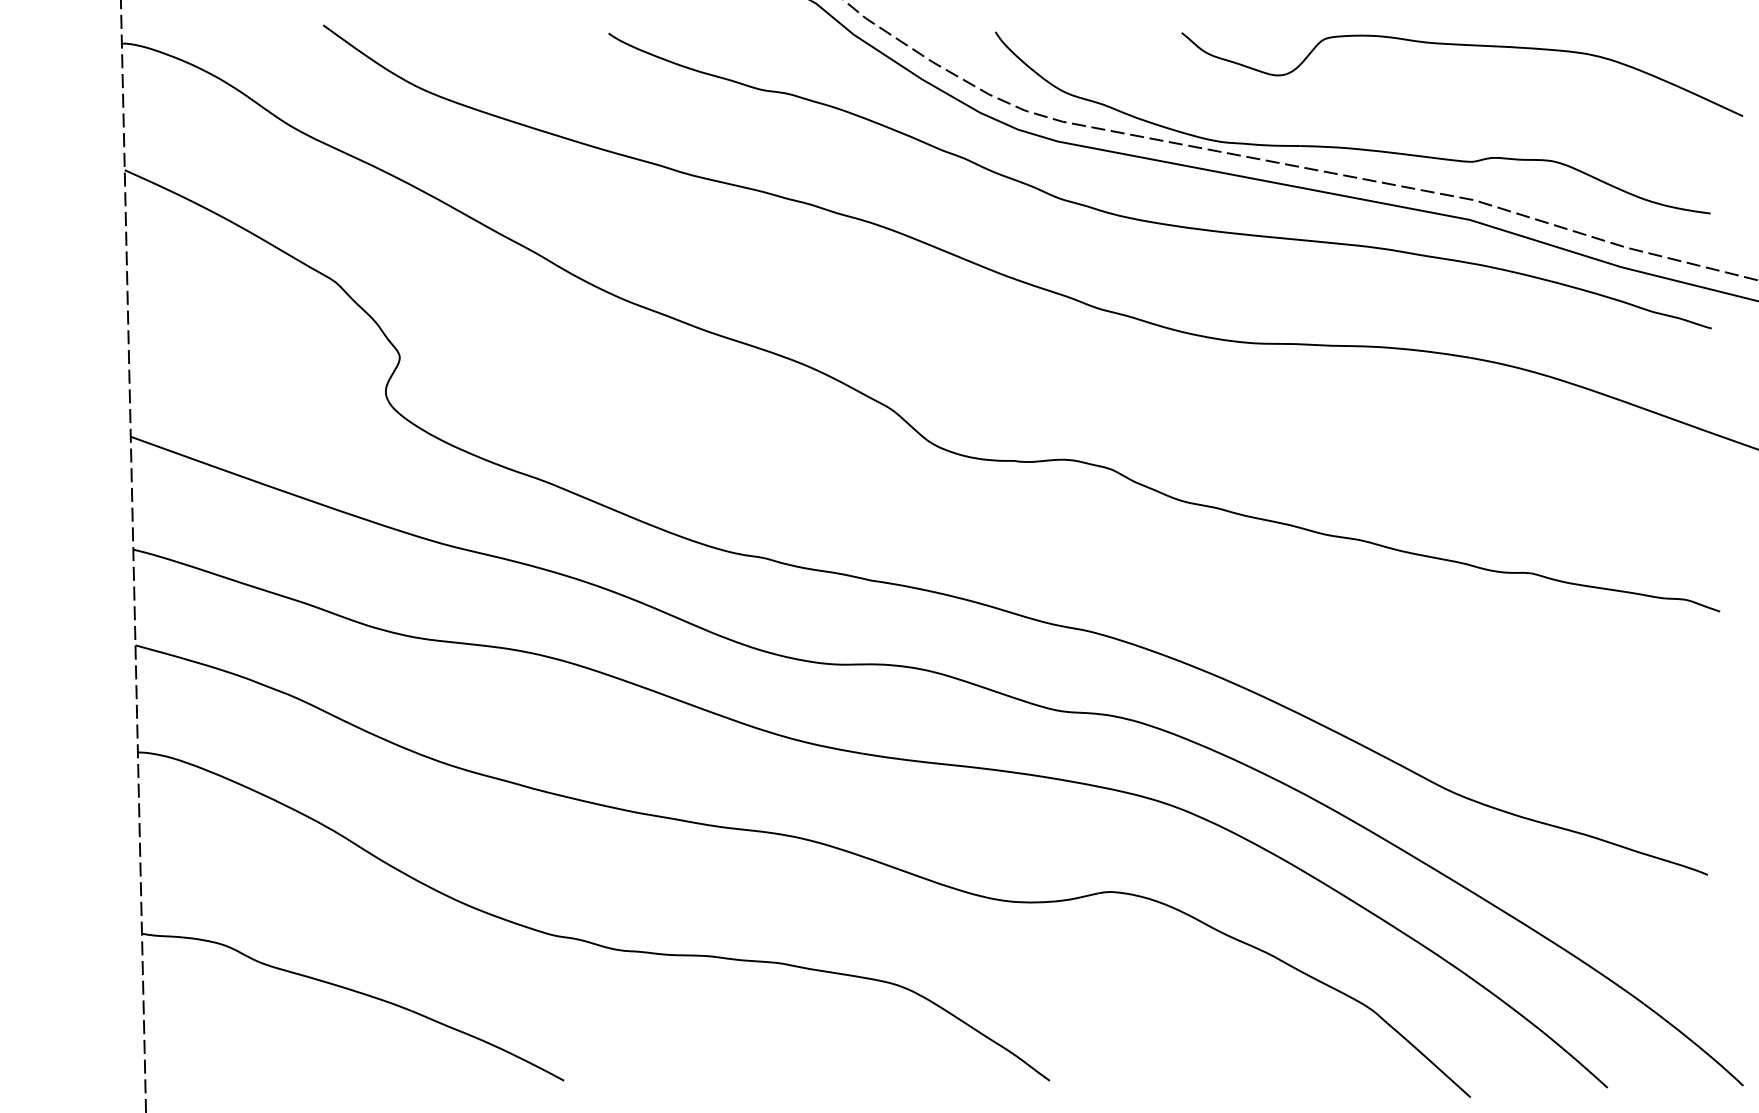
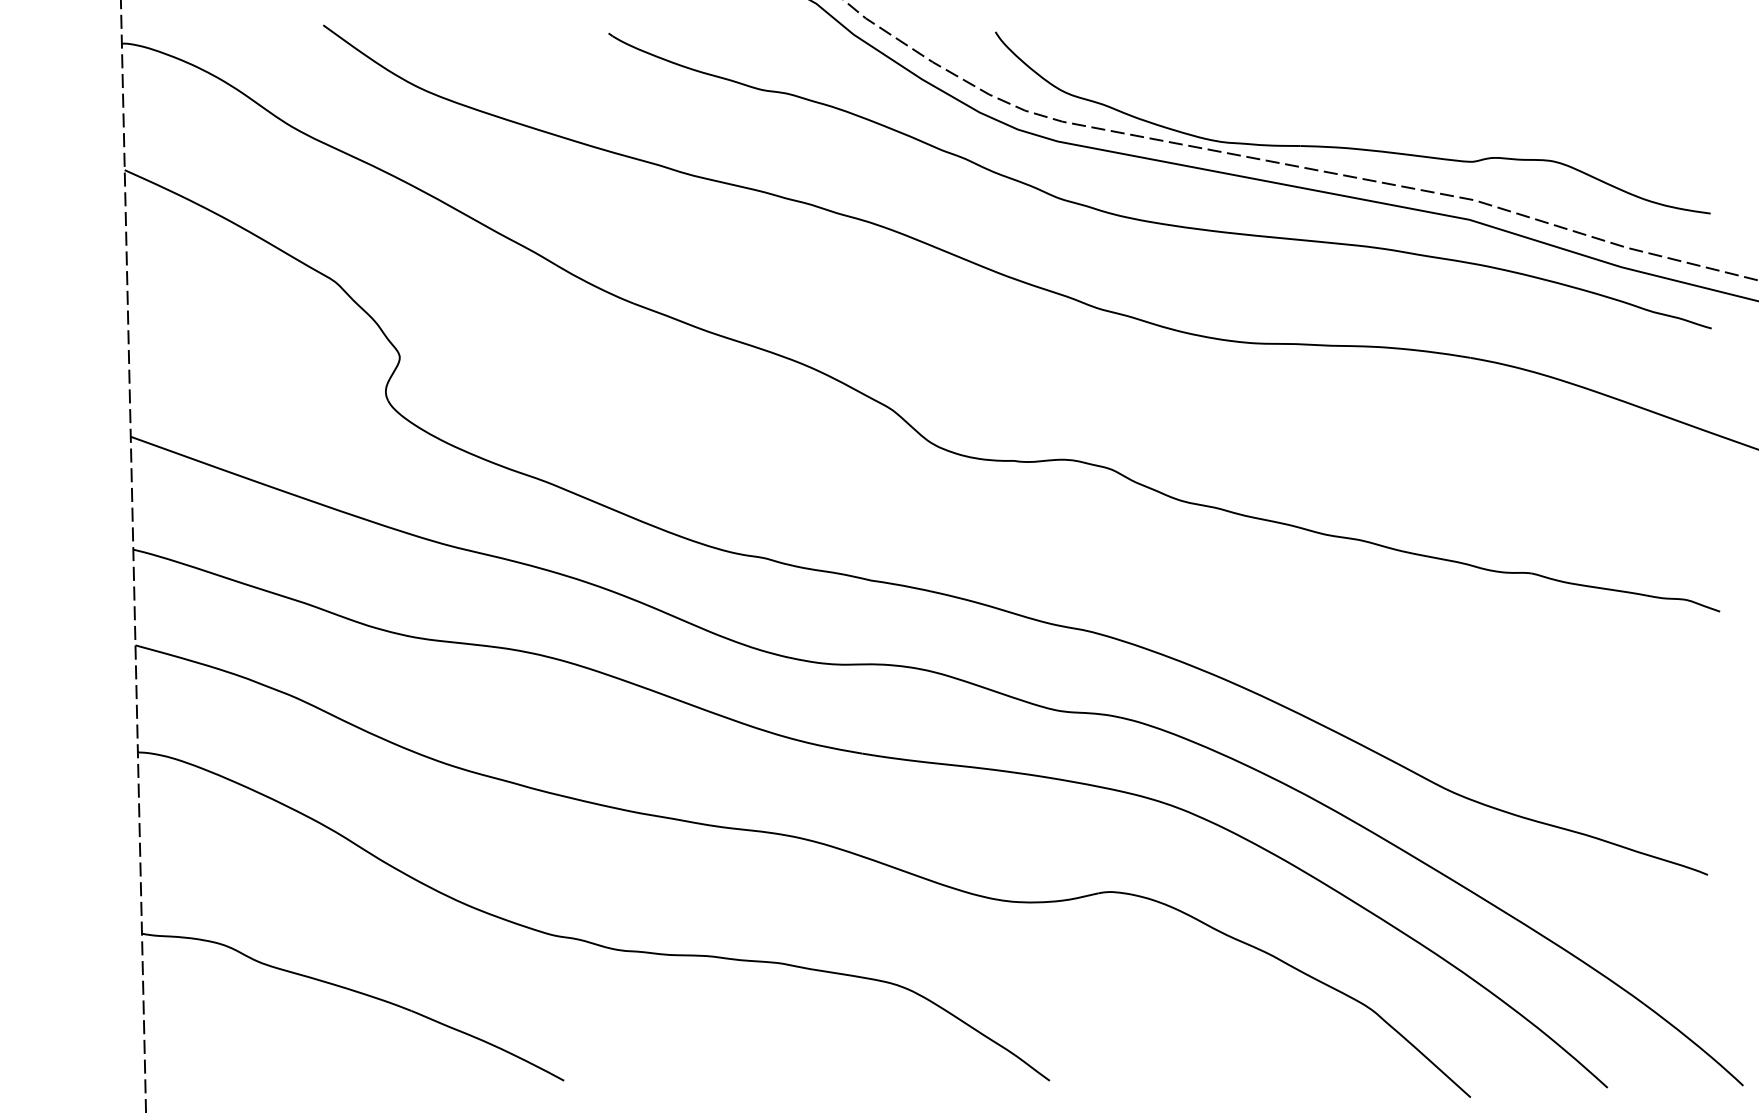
part at (1462, 45): present -> none
